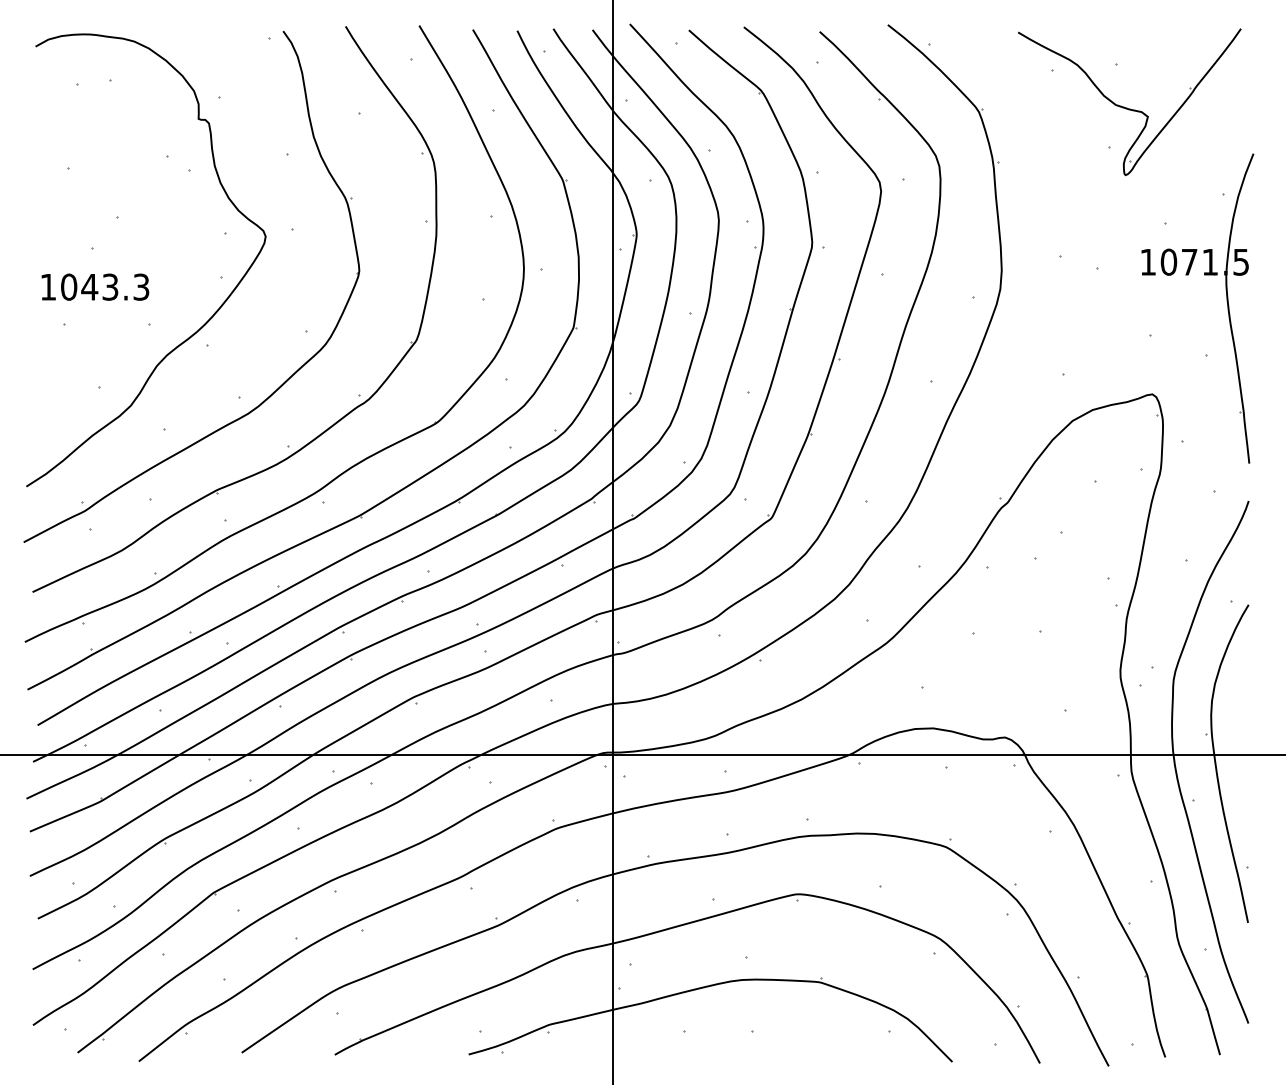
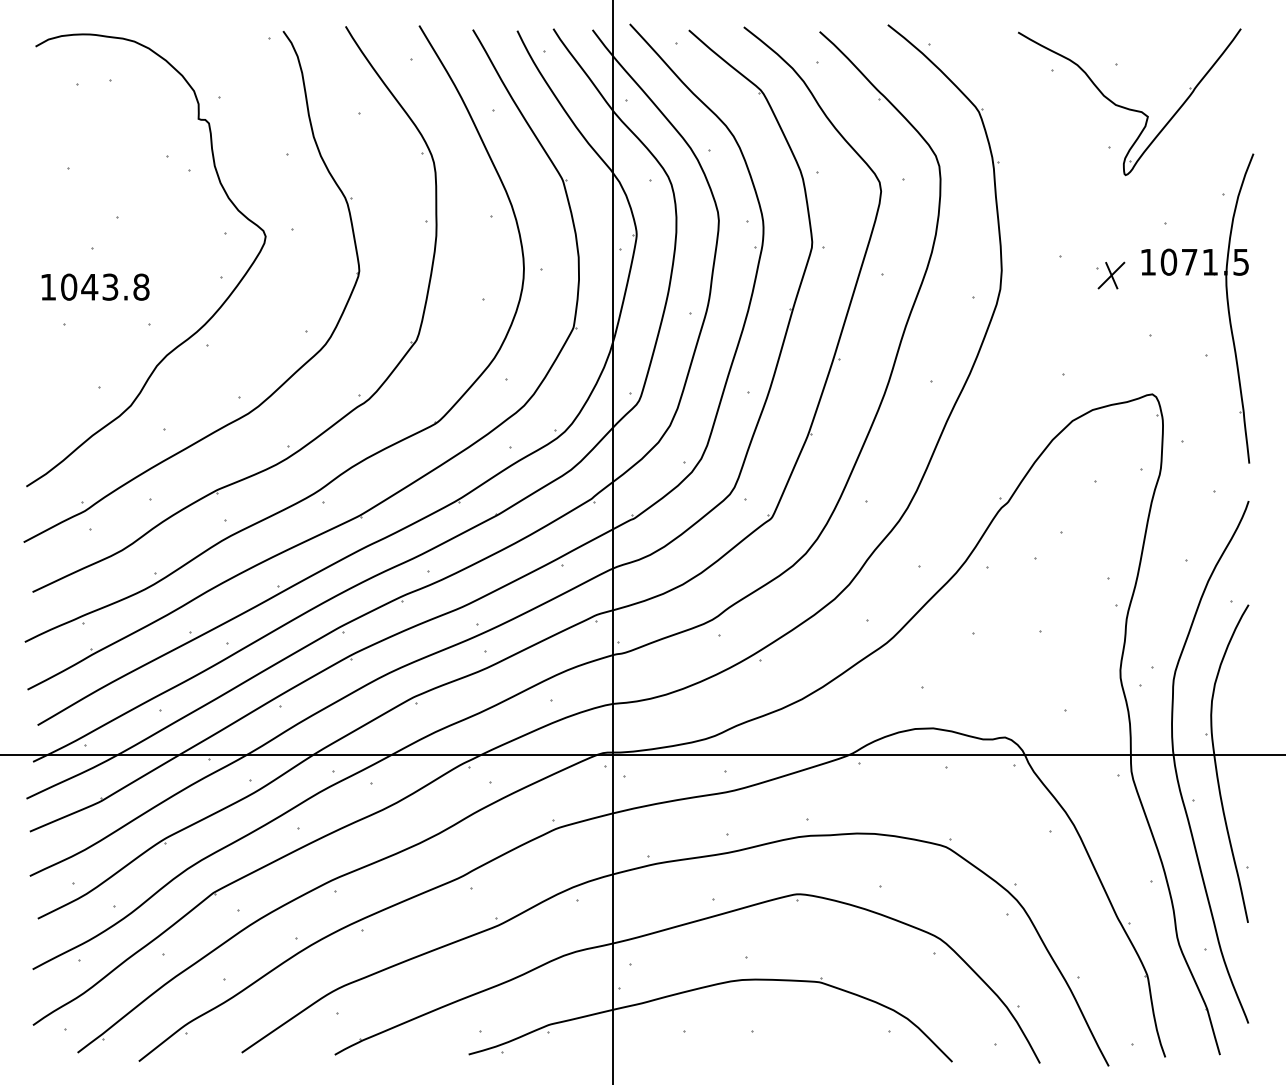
part at (1111, 275): none -> present
text at (141, 286): 1043.3 -> 1043.8
